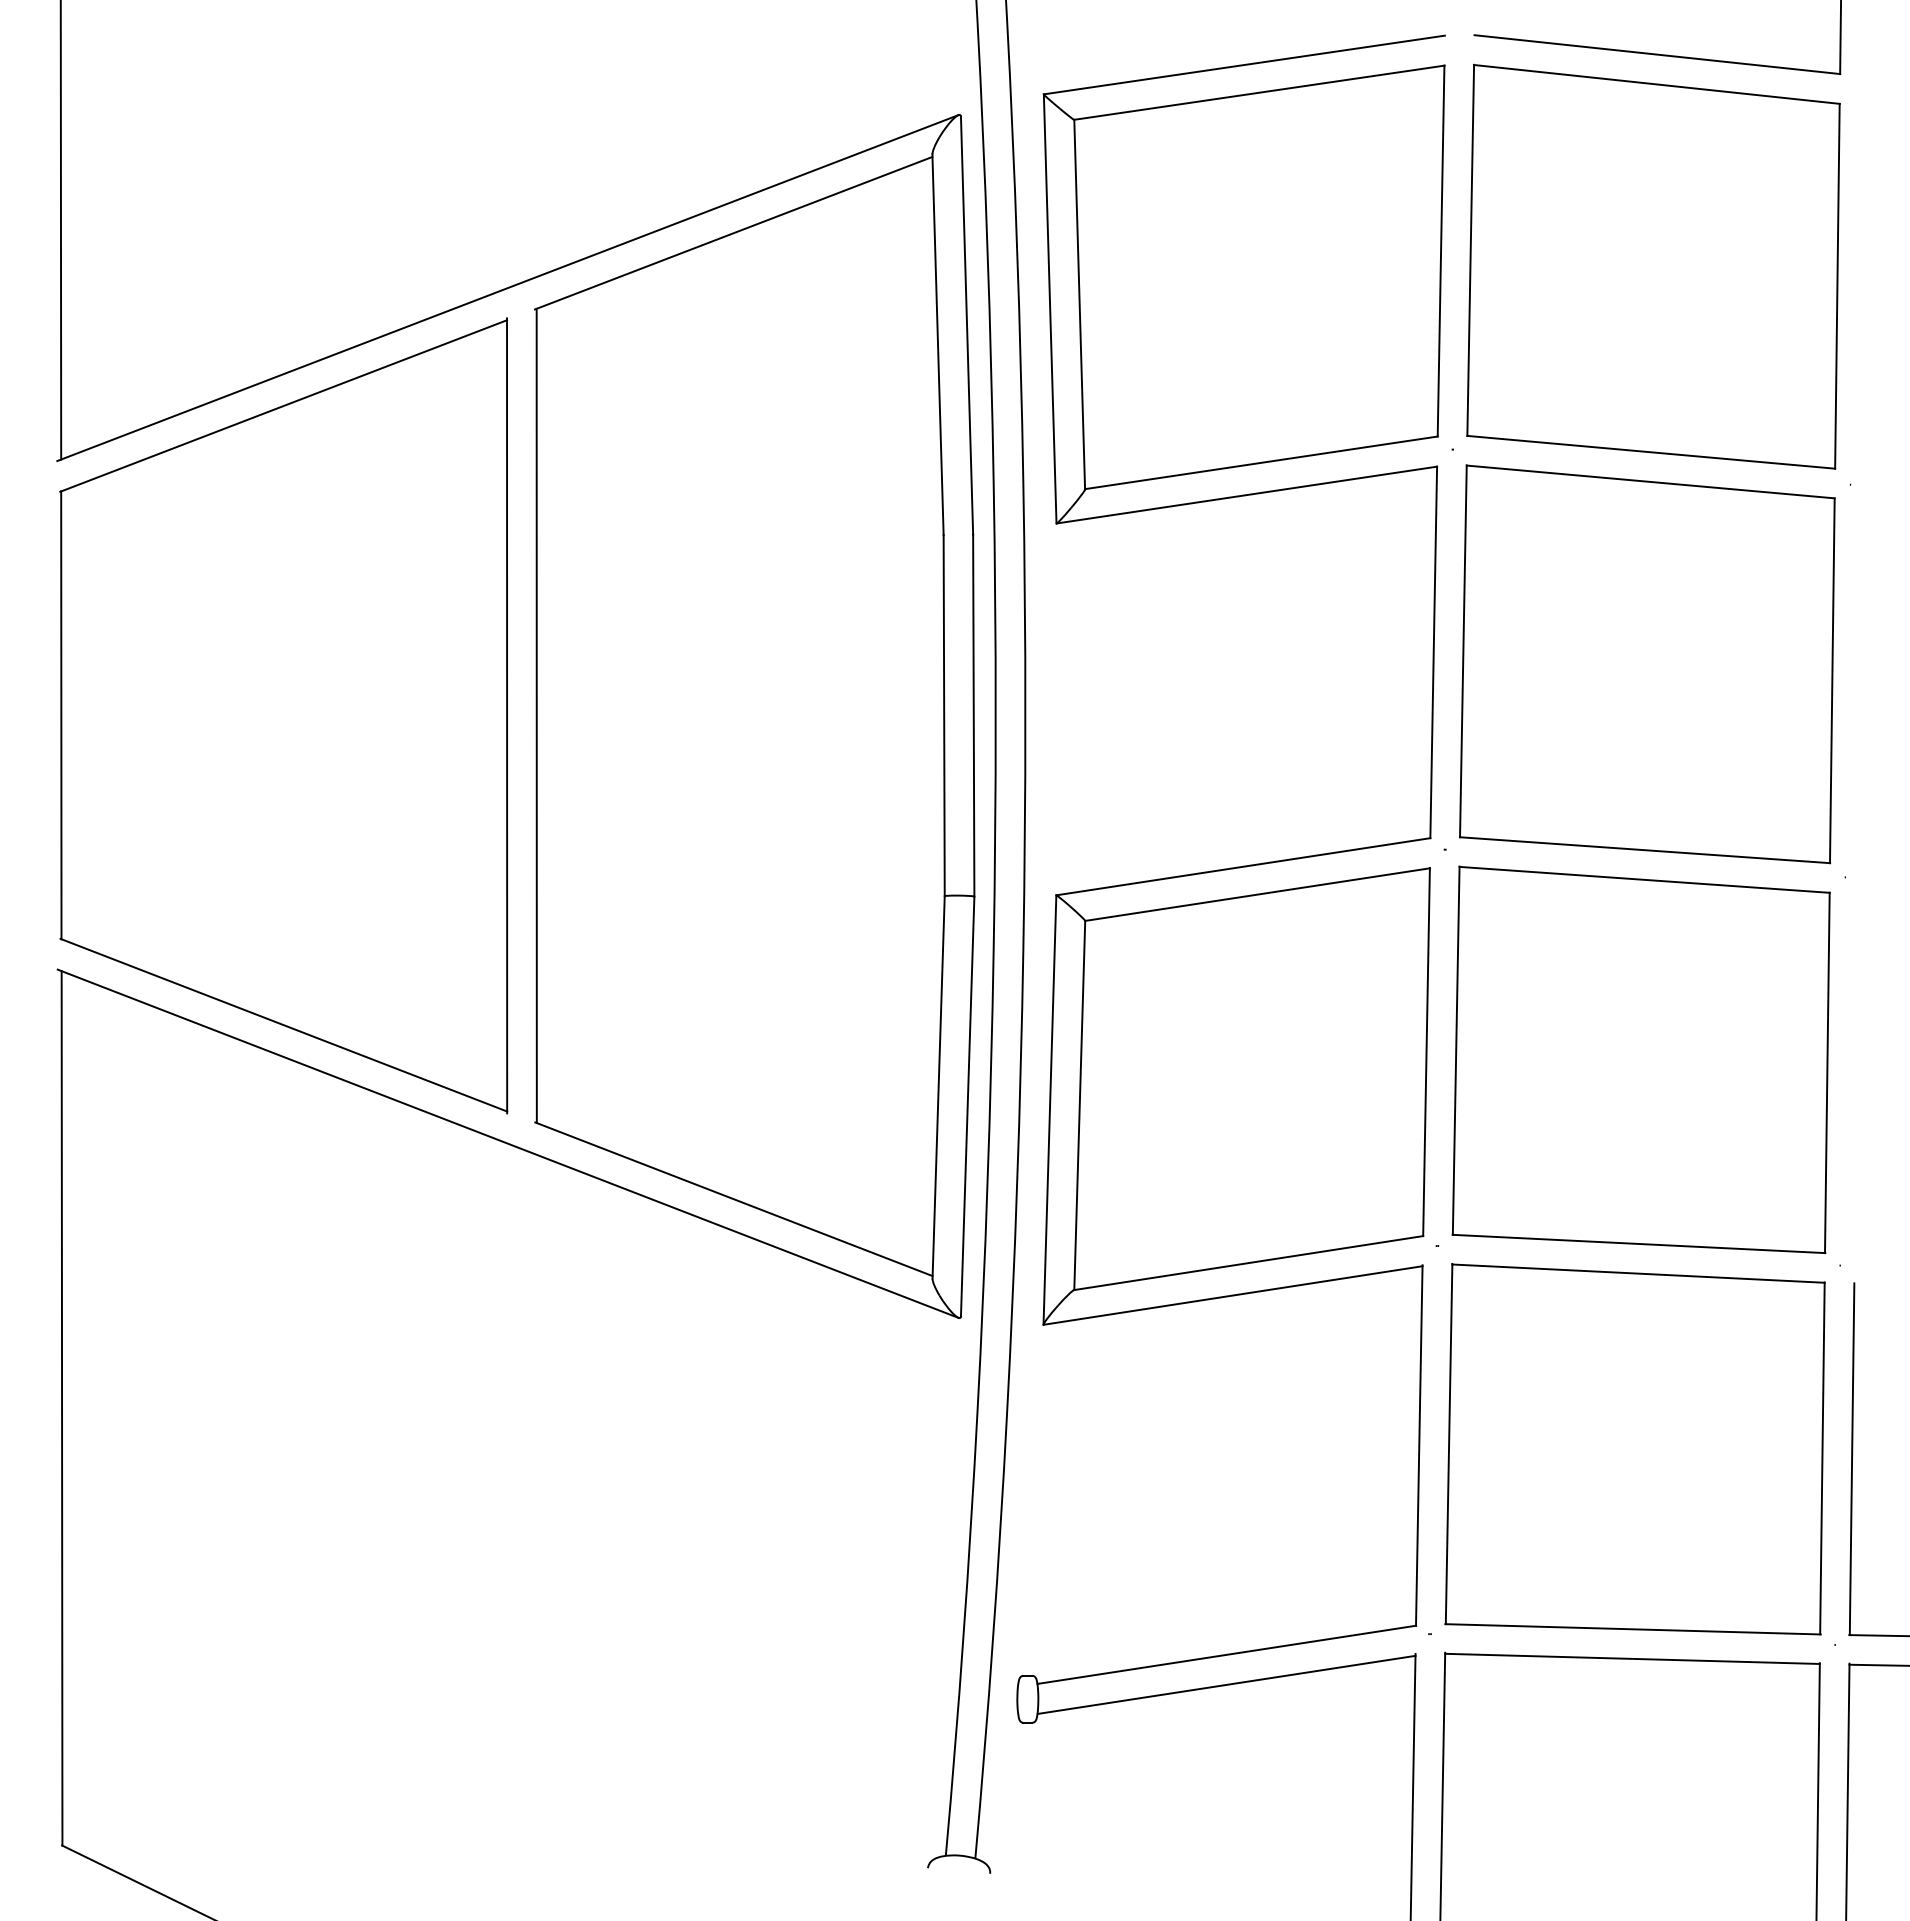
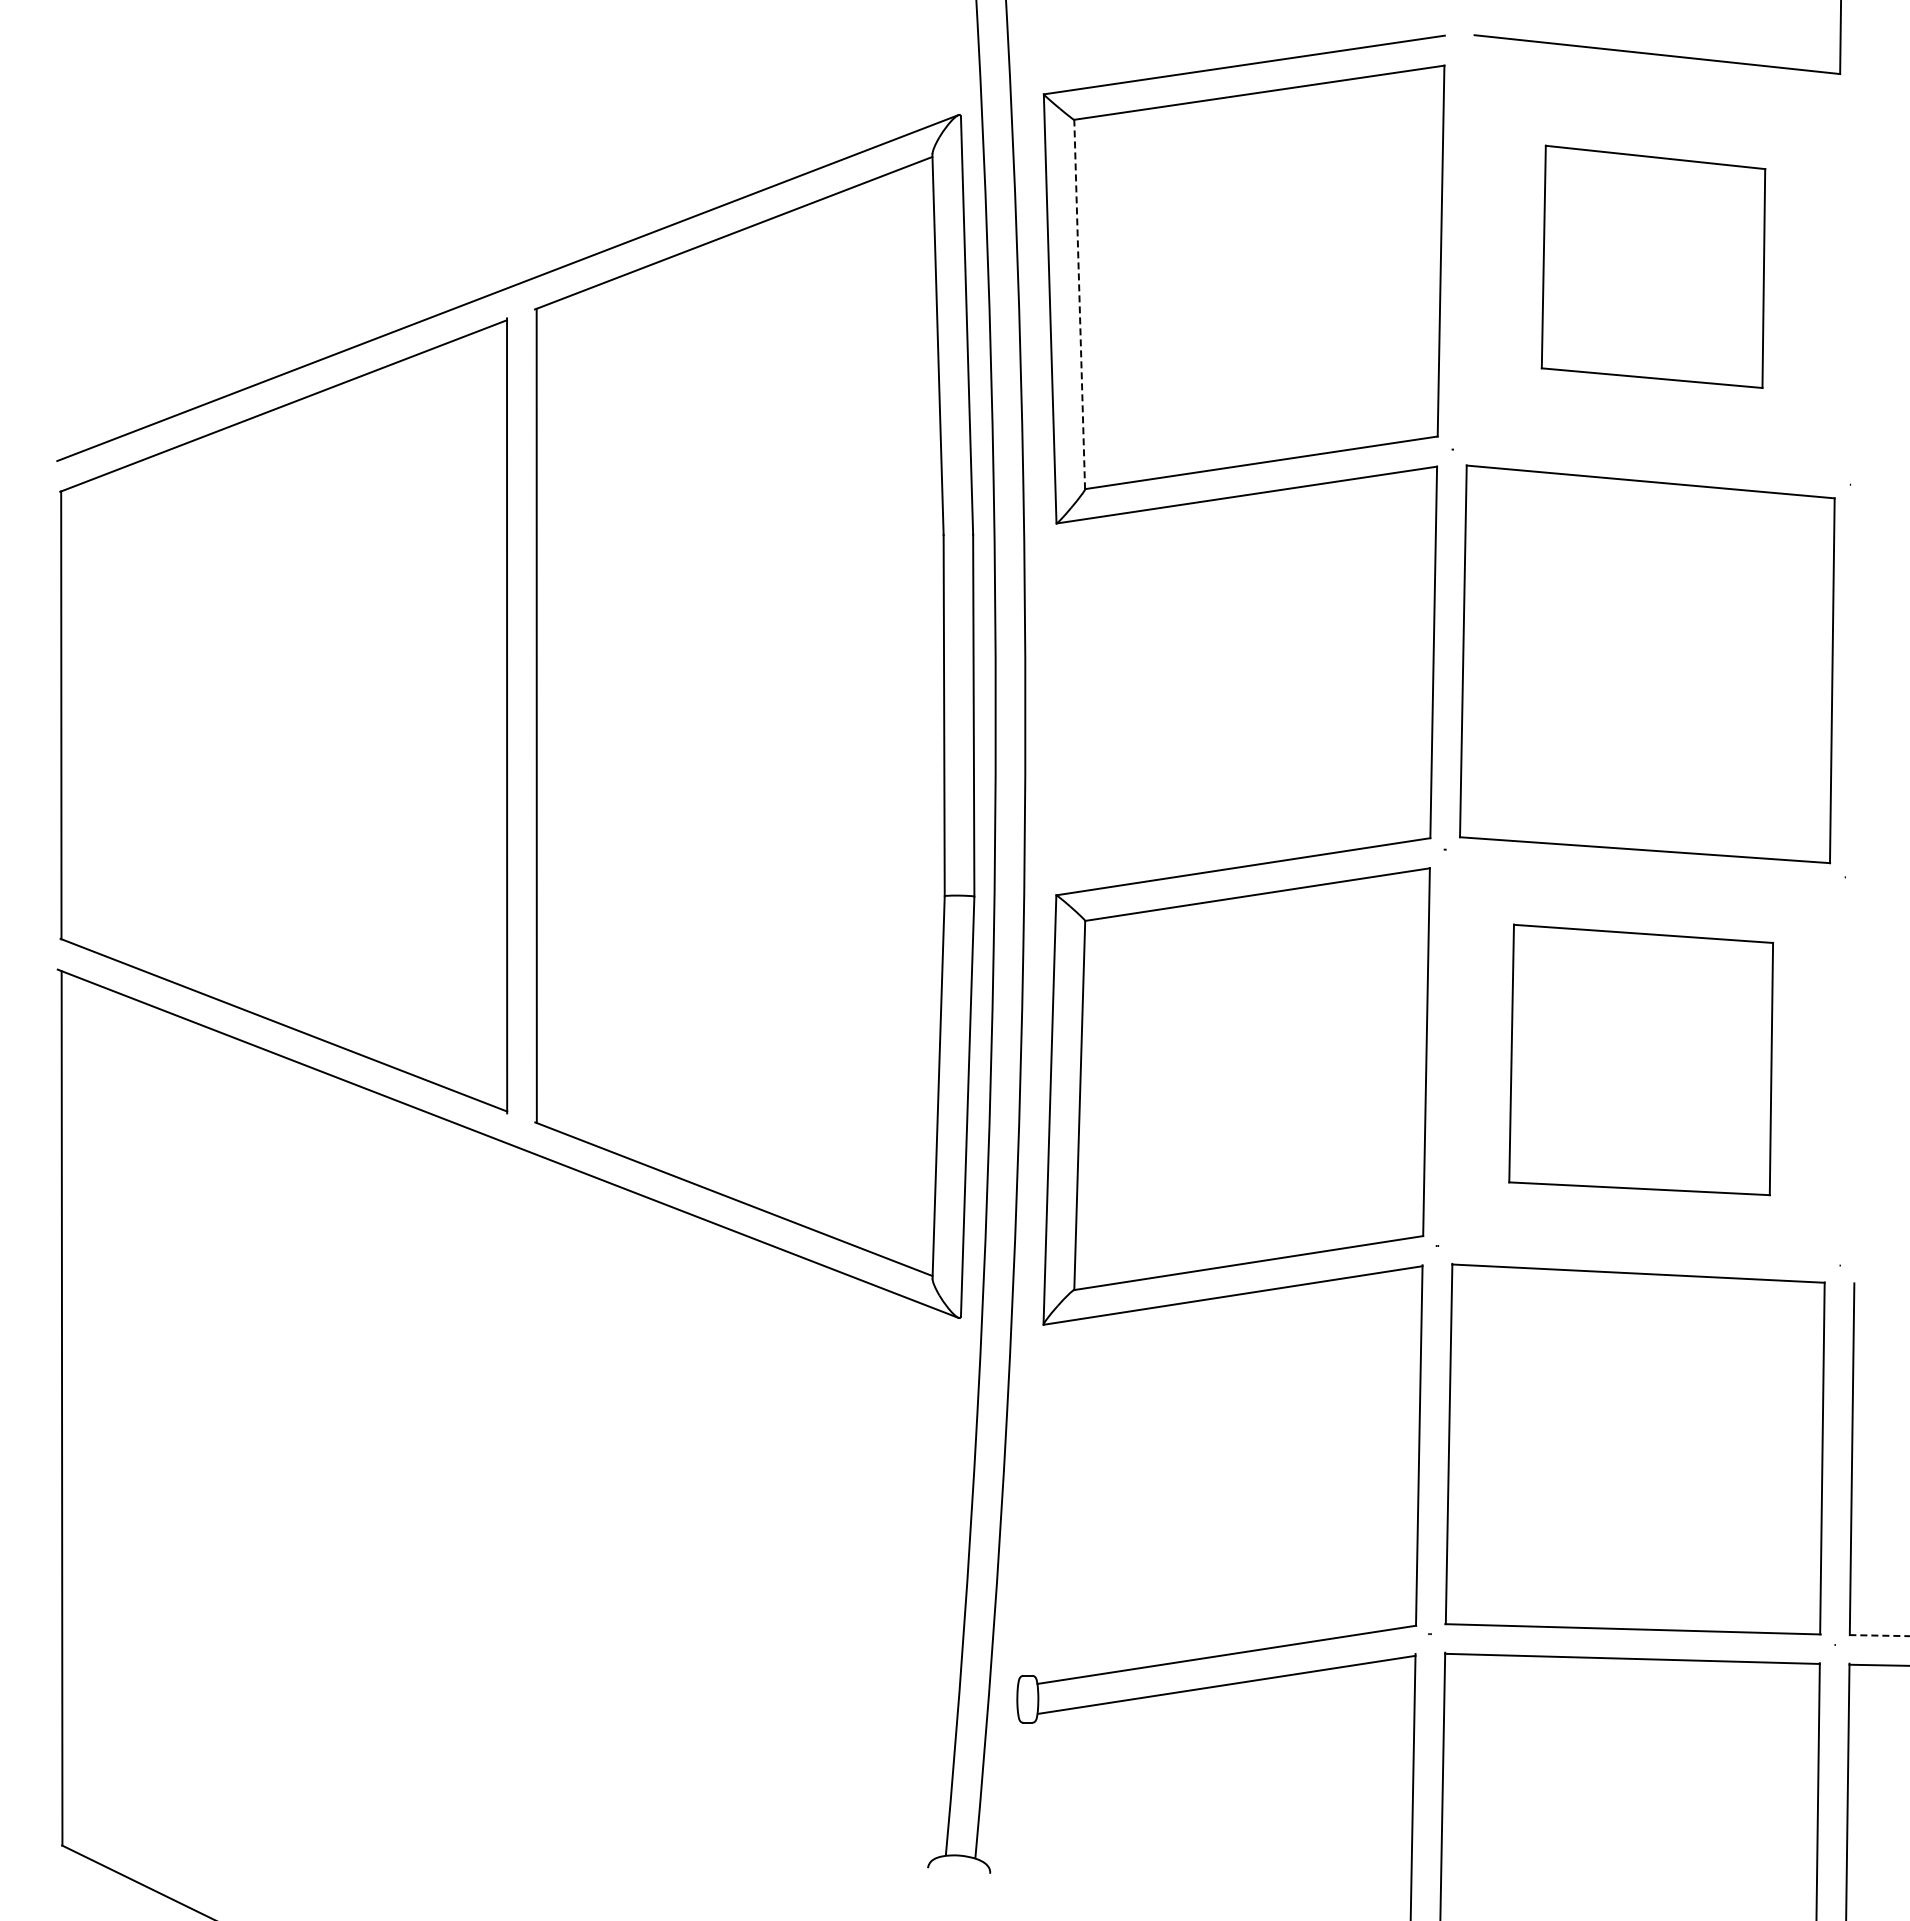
line at (60, 230): present -> none
part at (1653, 266) size: 375x406 px -> 227x245 px
line at (1079, 304): solid -> dashed
part at (1640, 1059) size: 380x390 px -> 267x274 px
line at (1879, 1635): solid -> dashed
